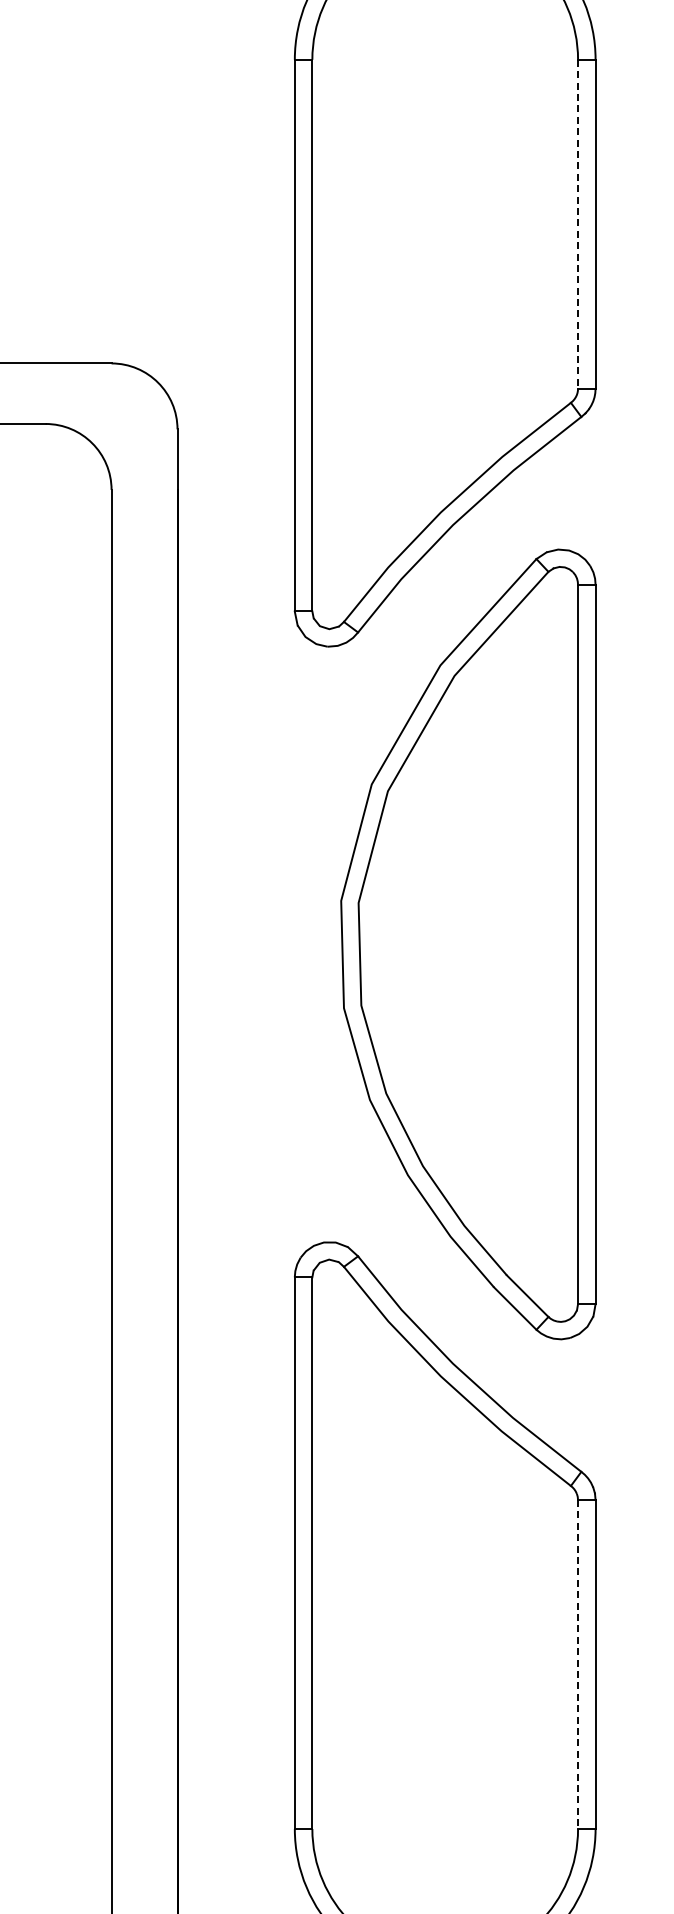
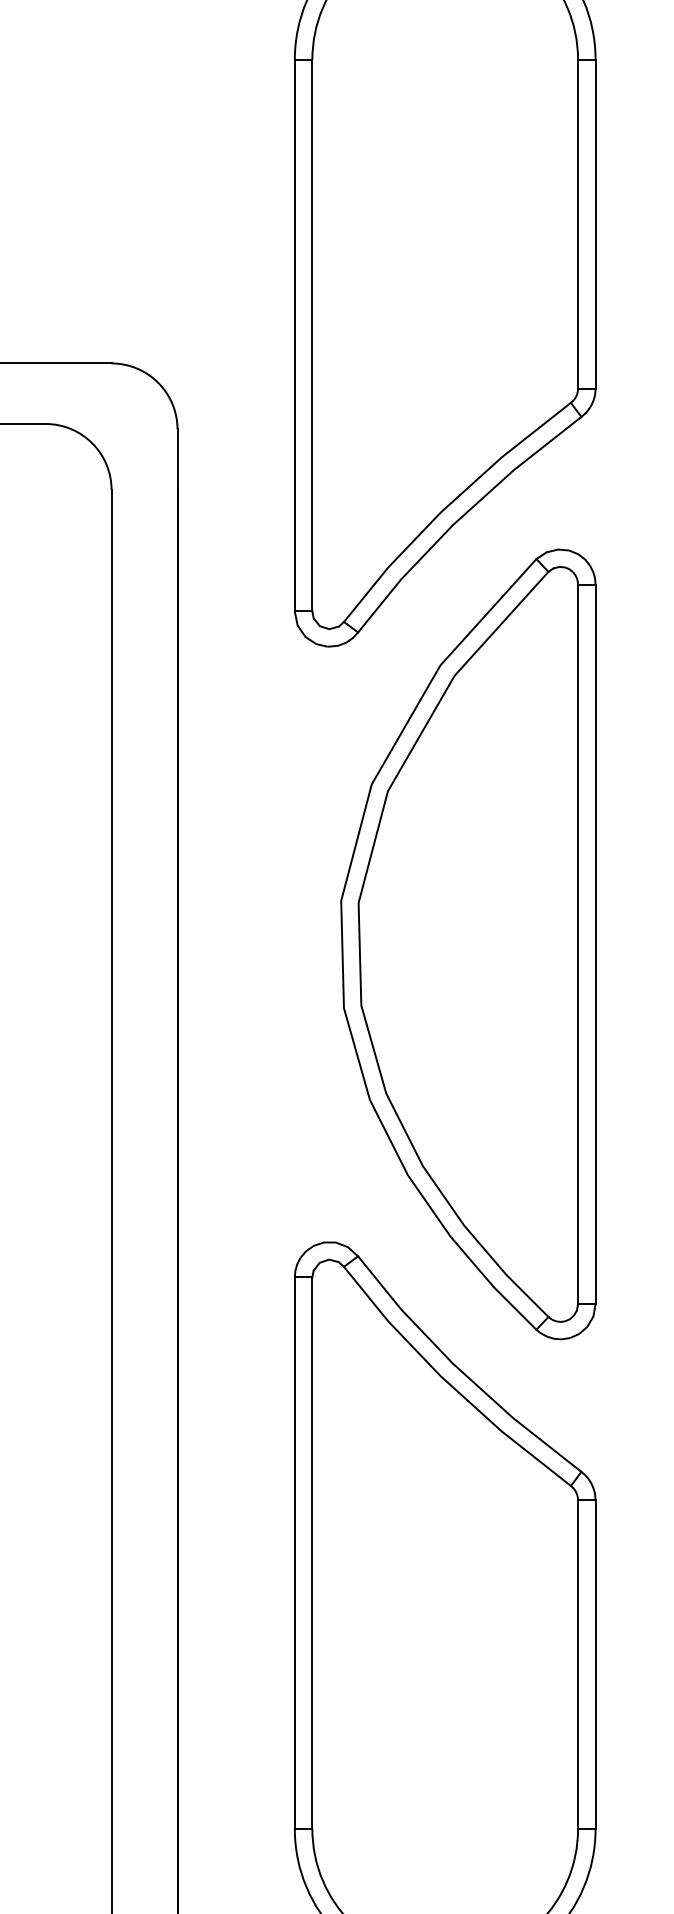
line at (578, 224): dashed -> solid
line at (578, 1665): dashed -> solid
